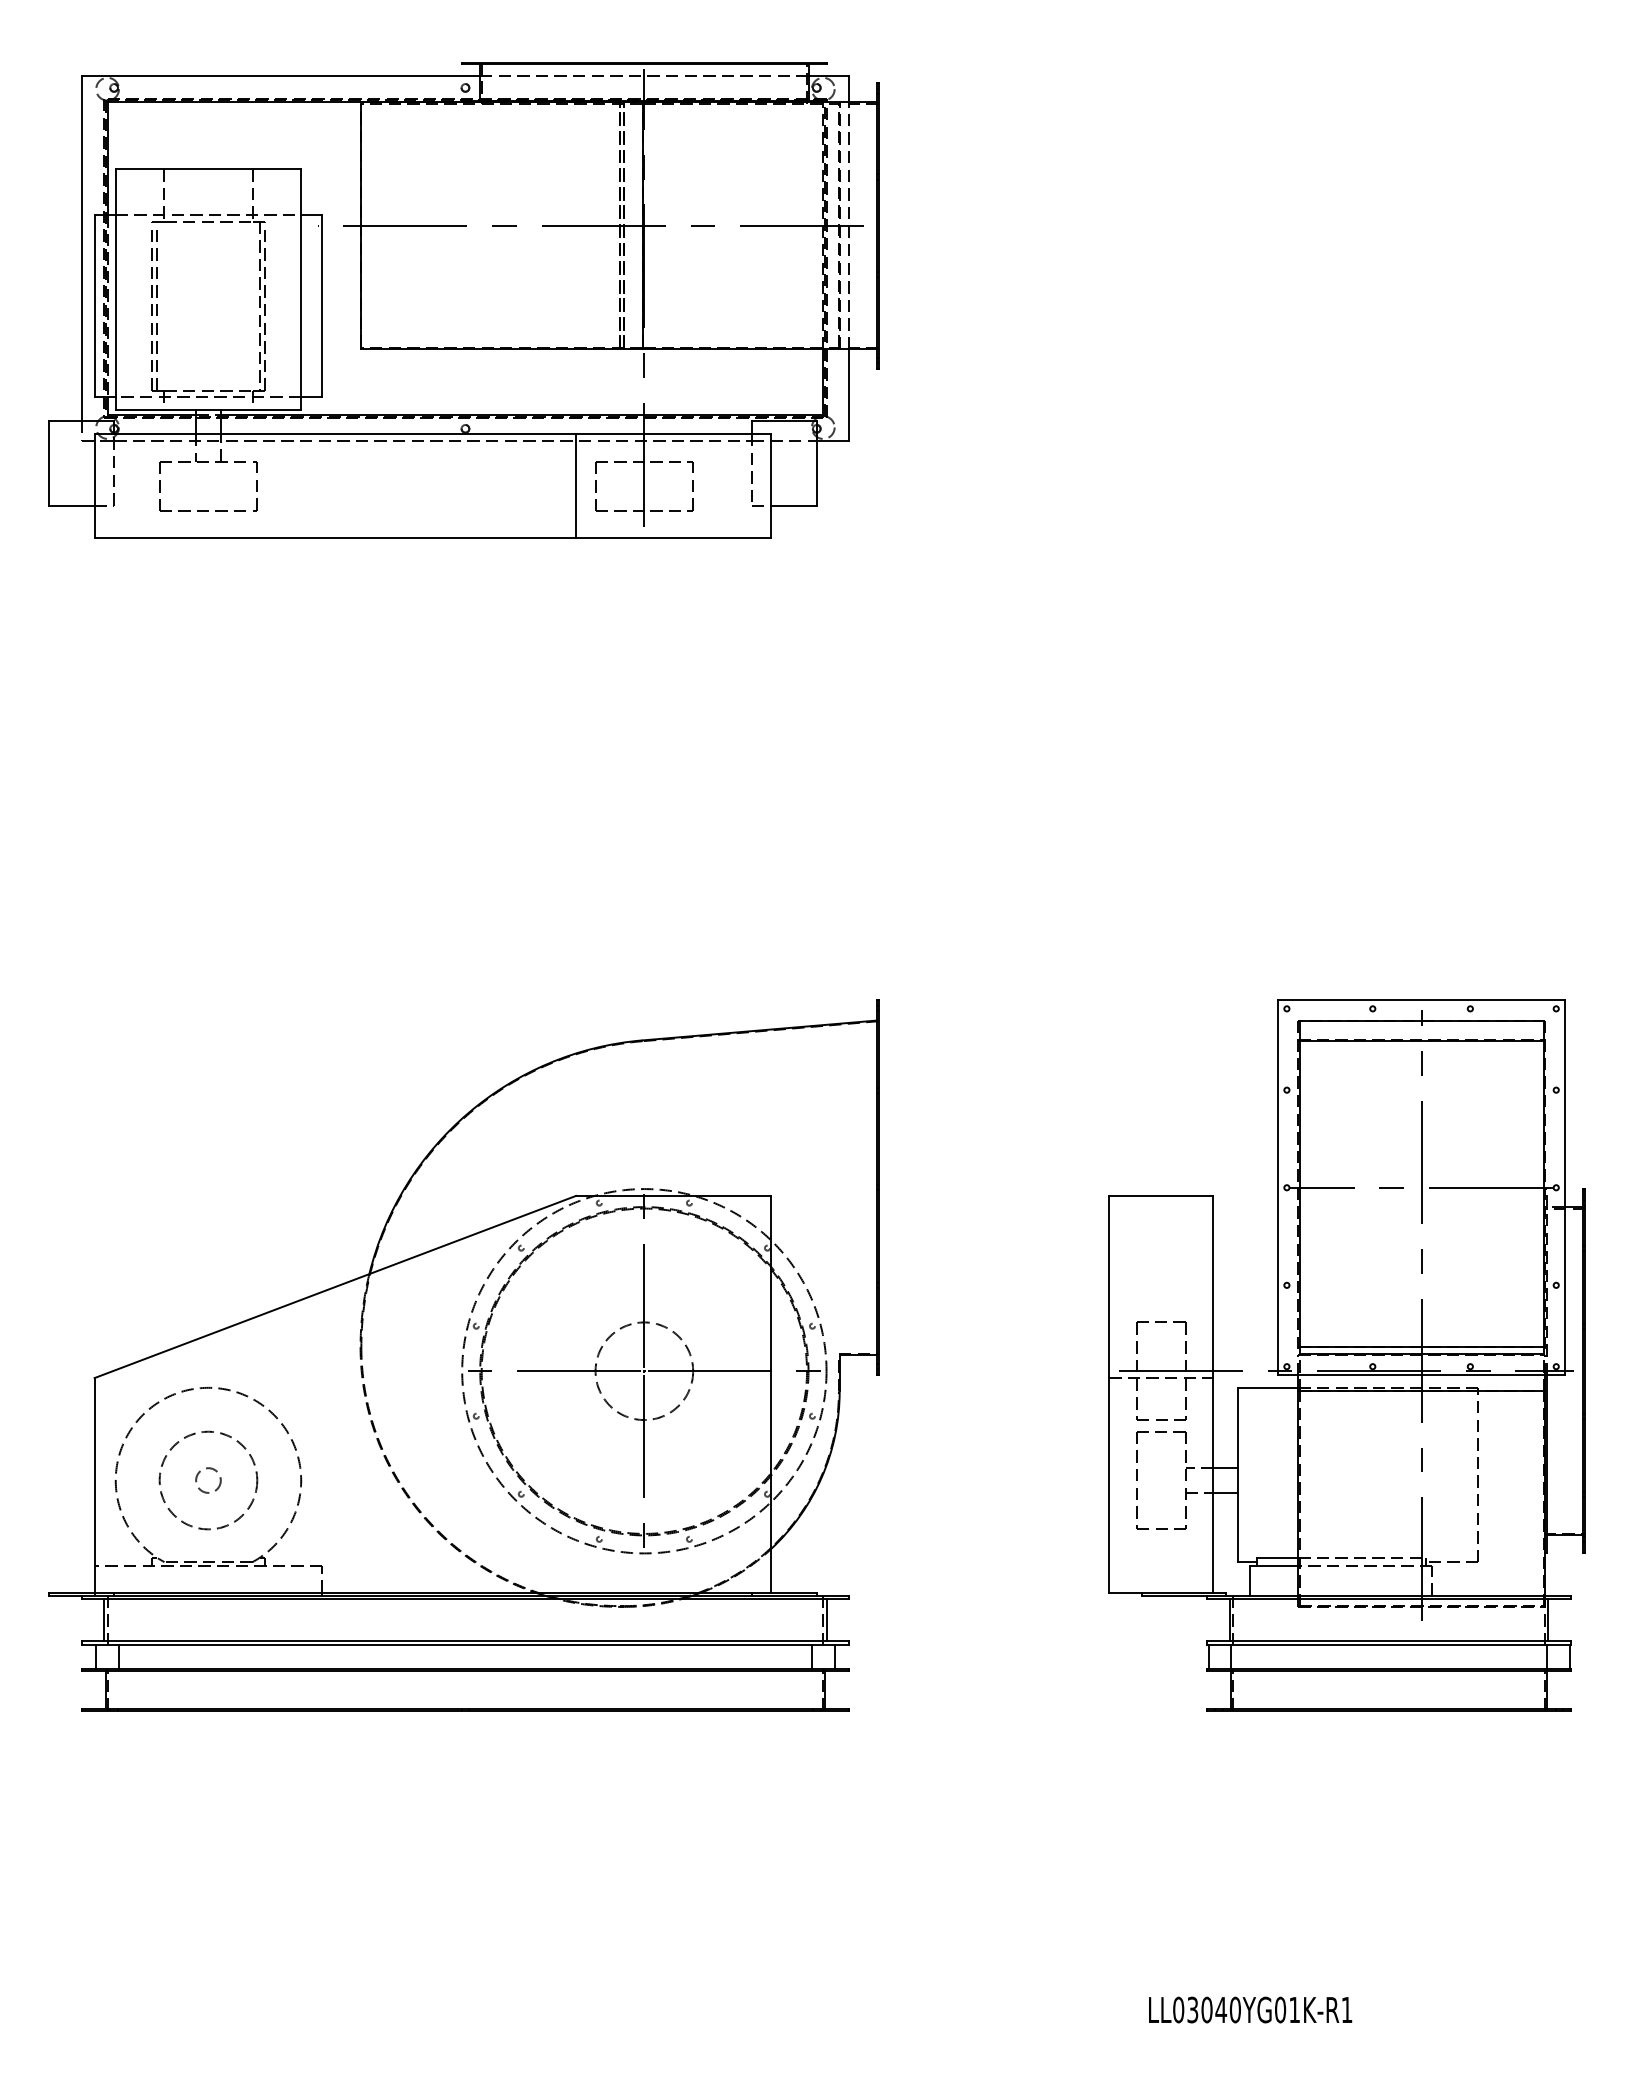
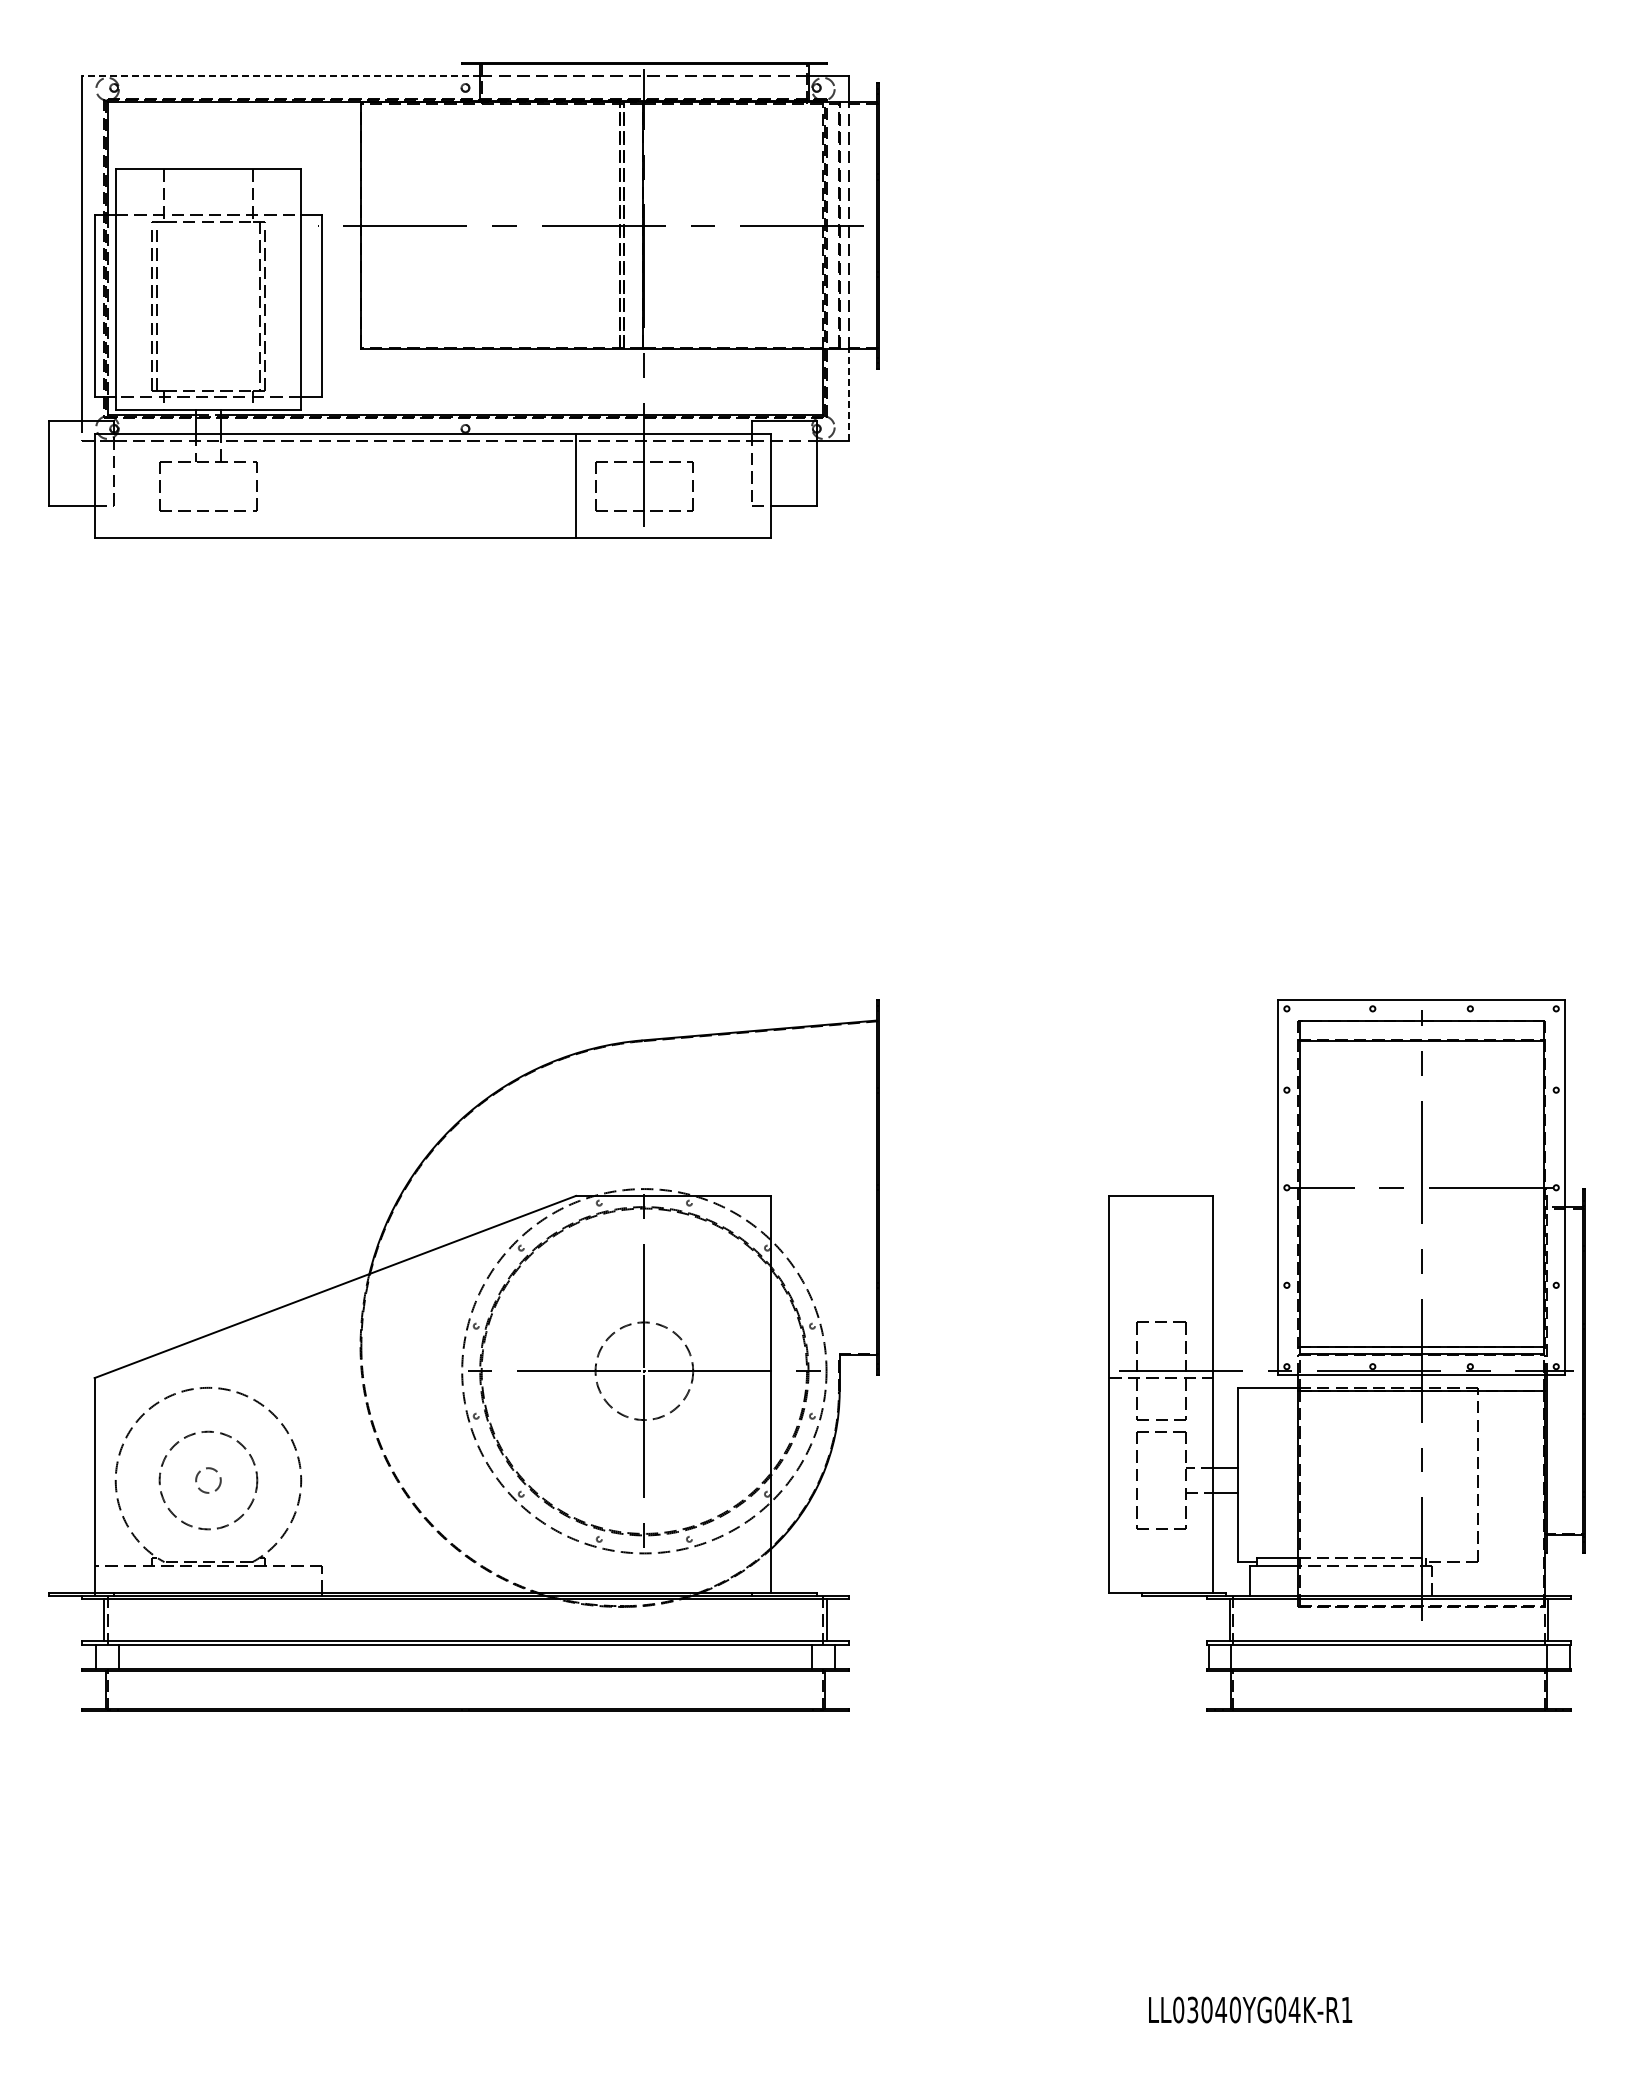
line at (280, 76): solid -> dashed
line at (849, 394): solid -> dashed
text at (1294, 2009): LL03040YG01K-R1 -> LL03040YG04K-R1
